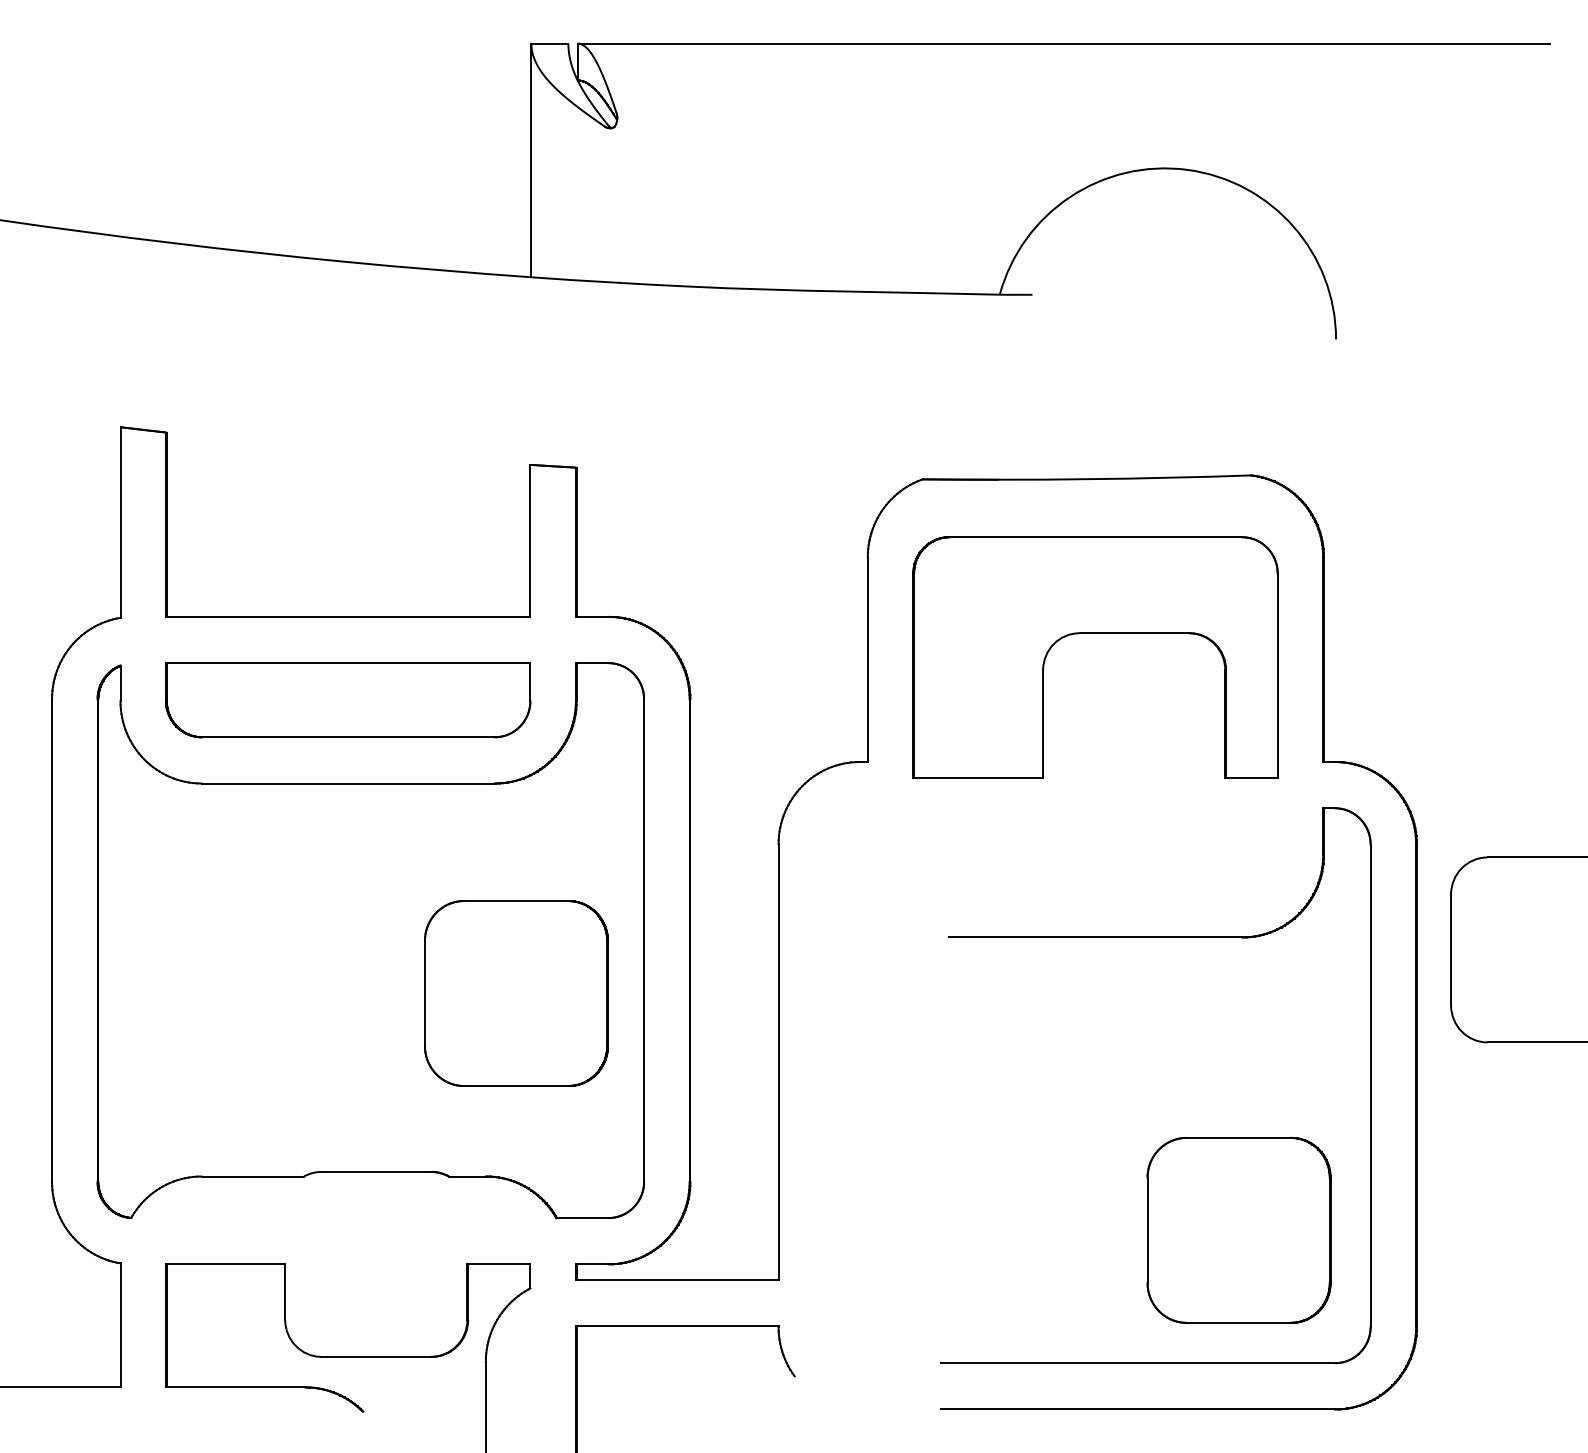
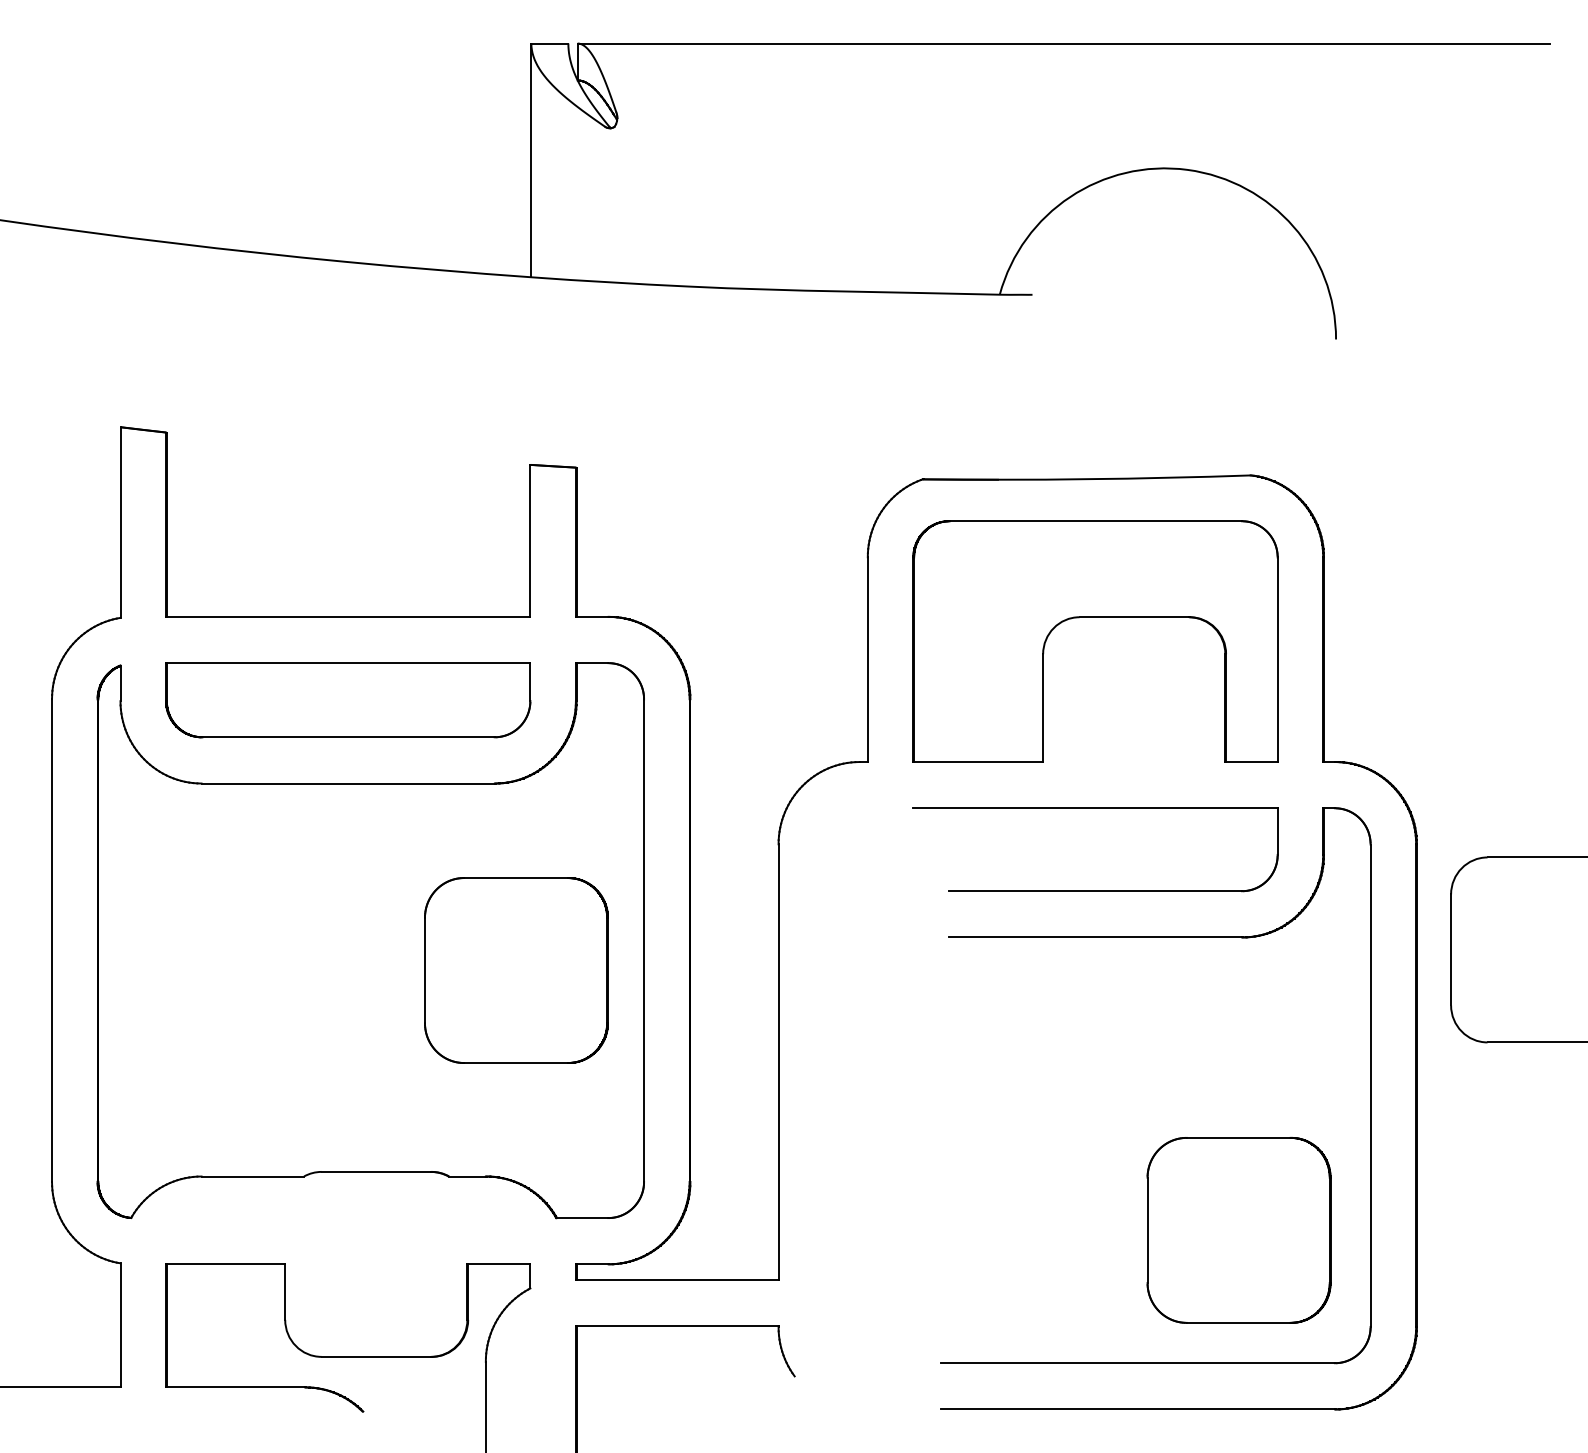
part at (1095, 633) position: (1095, 633) -> (1095, 617)
part at (1095, 808): none -> present
part at (516, 993) position: (516, 993) -> (516, 970)
